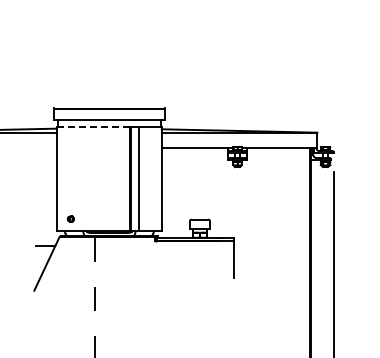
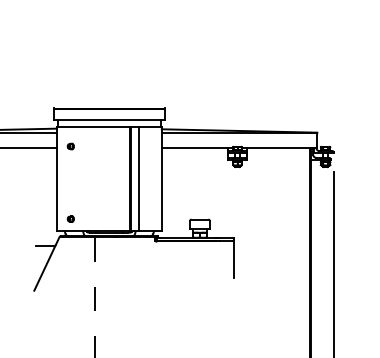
line at (93, 127): dashed -> solid
part at (70, 146): none -> present
line at (29, 148): none -> present
